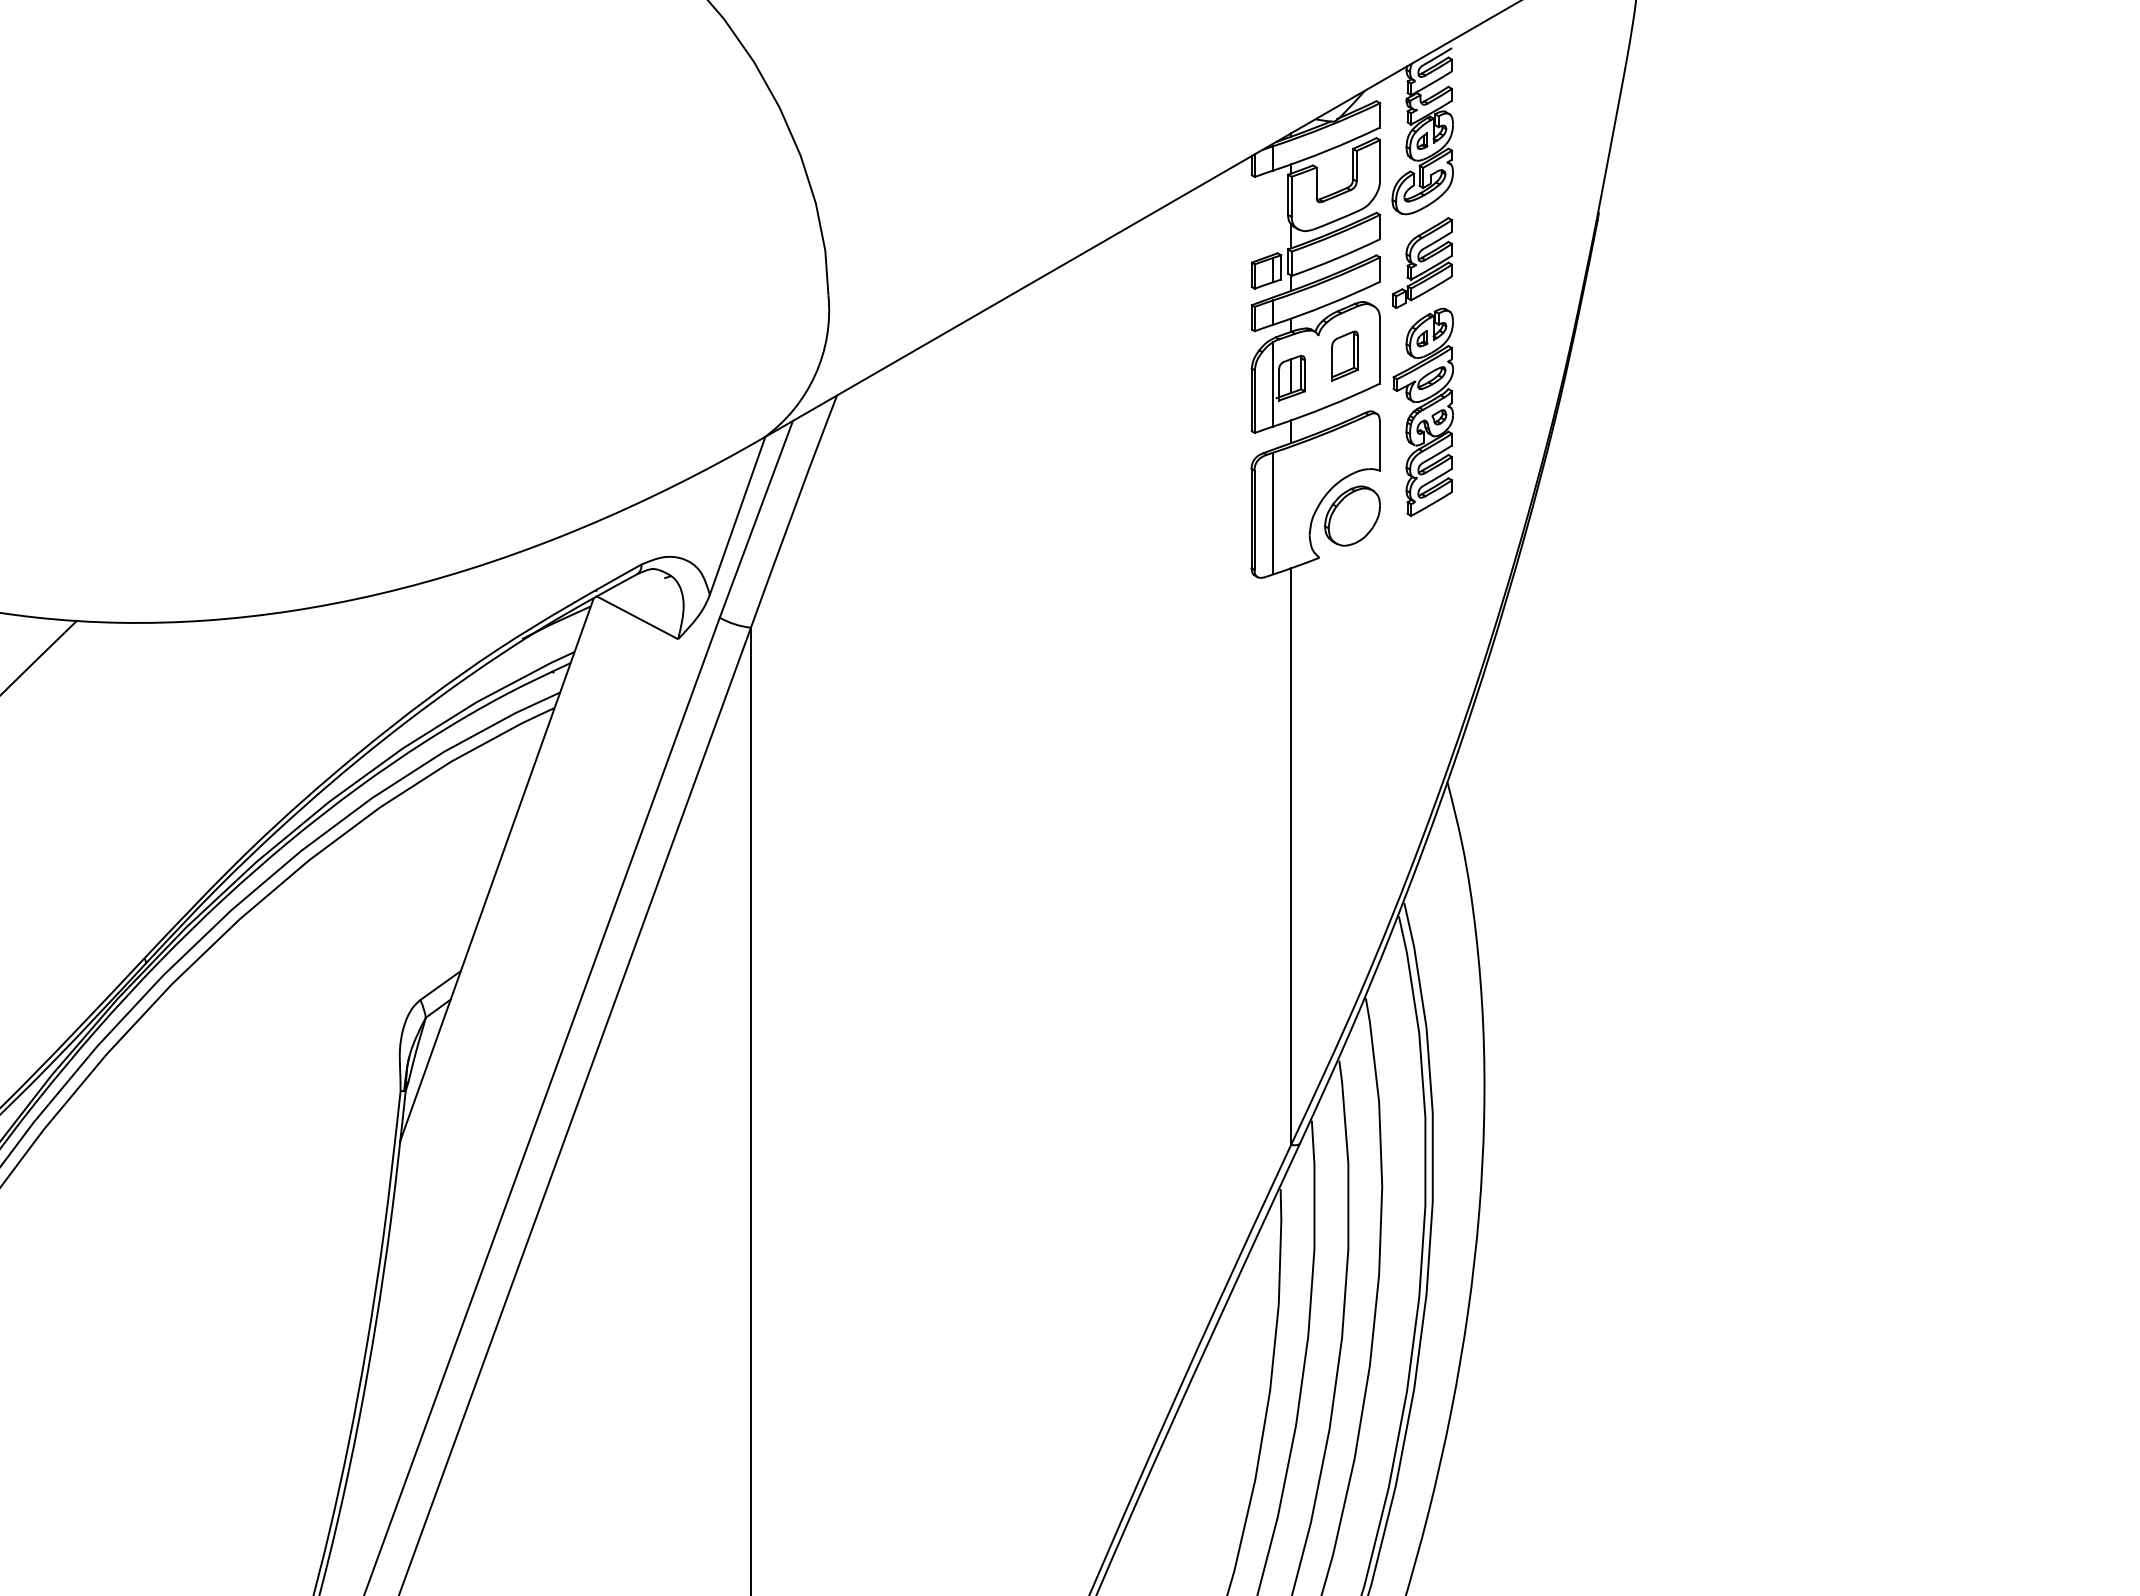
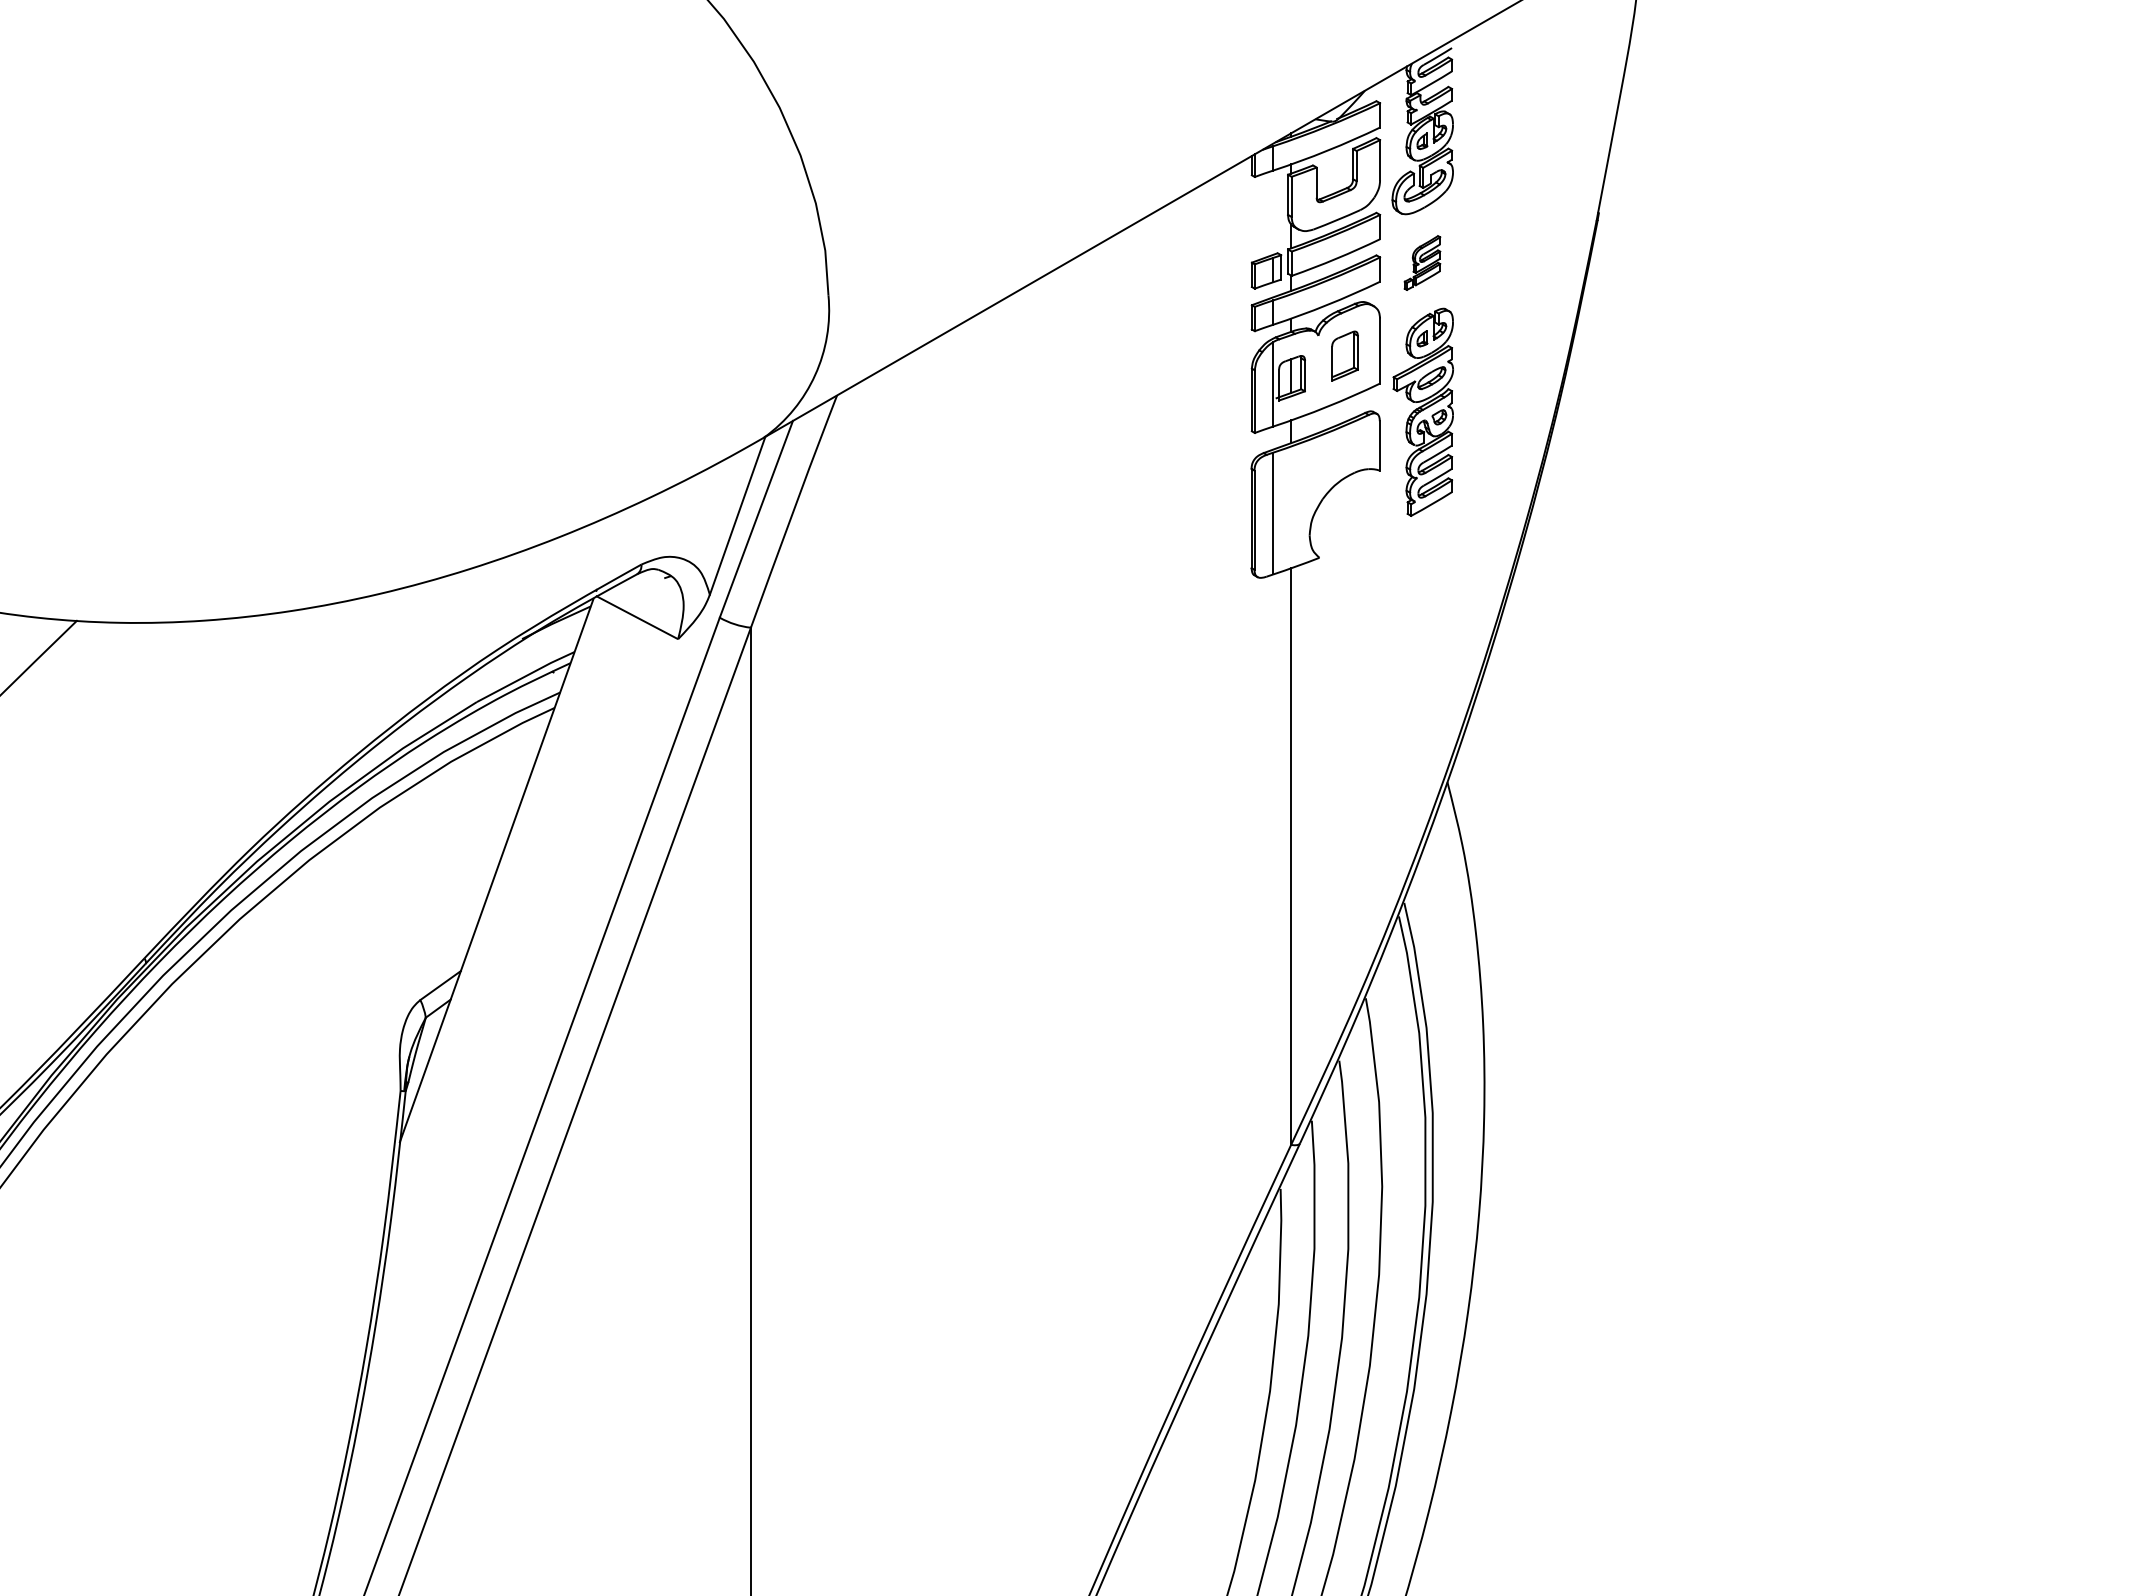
part at (1422, 262) size: 63x92 px -> 39x56 px
part at (1352, 515): present -> none
